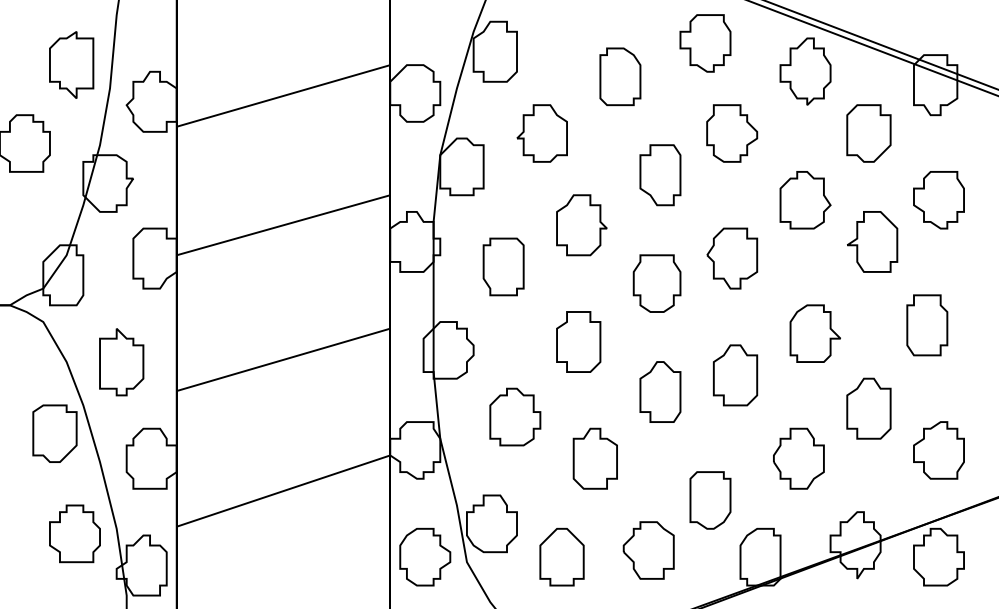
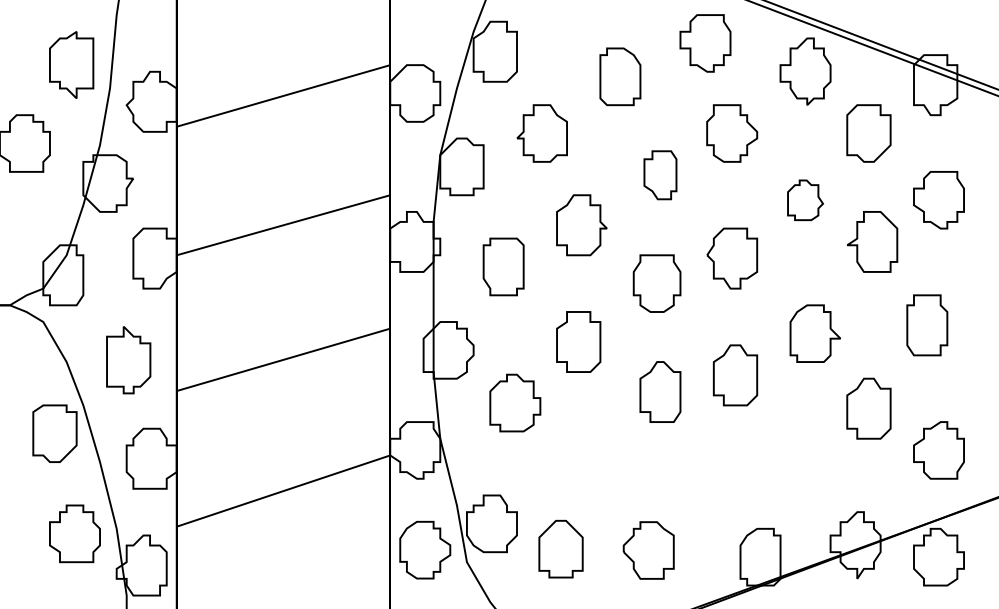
part at (660, 175) size: 43x63 px -> 35x51 px
part at (805, 200) size: 53x59 px -> 37x43 px
part at (121, 362) position: (121, 362) -> (128, 360)
part at (515, 416) position: (515, 416) -> (515, 402)
part at (594, 458): present -> none
part at (798, 458): present -> none
part at (710, 500): present -> none
part at (425, 556) position: (425, 556) -> (425, 549)
part at (561, 556) position: (561, 556) -> (560, 548)
